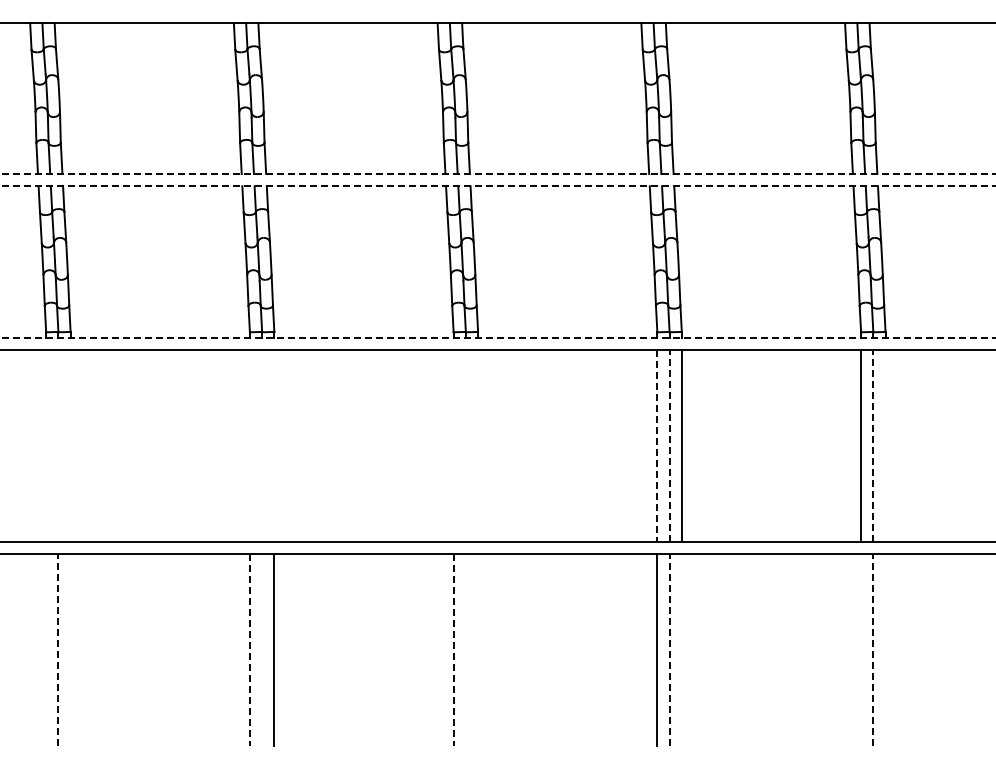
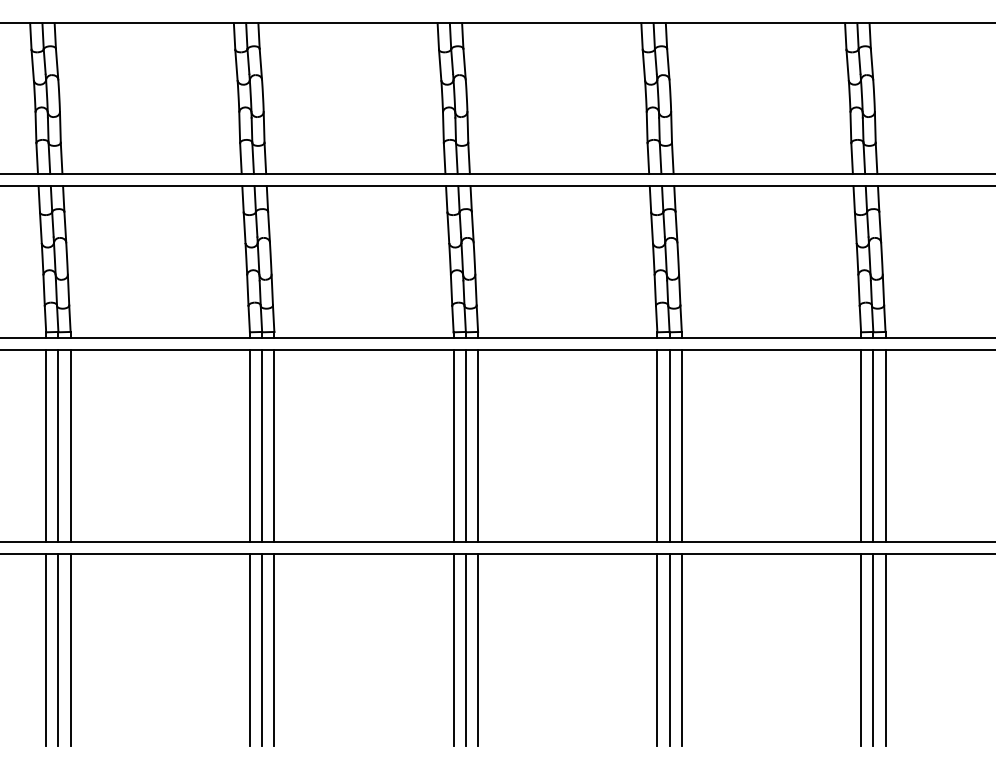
line at (497, 174): dashed -> solid
line at (498, 186): dashed -> solid
line at (497, 338): dashed -> solid
line at (46, 445): none -> present
line at (58, 445): none -> present
line at (70, 445): none -> present
line at (249, 445): none -> present
line at (262, 445): none -> present
line at (274, 445): none -> present
line at (453, 445): none -> present
line at (465, 445): none -> present
line at (478, 445): none -> present
line at (885, 445): none -> present
line at (657, 446): dashed -> solid
line at (669, 446): dashed -> solid
line at (873, 446): dashed -> solid
line at (46, 649): none -> present
line at (58, 649): dashed -> solid
line at (70, 649): none -> present
line at (249, 649): dashed -> solid
line at (262, 649): none -> present
line at (453, 649): dashed -> solid
line at (465, 649): none -> present
line at (478, 649): none -> present
line at (669, 649): dashed -> solid
line at (681, 649): none -> present
line at (861, 649): none -> present
line at (873, 649): dashed -> solid
line at (885, 649): none -> present
